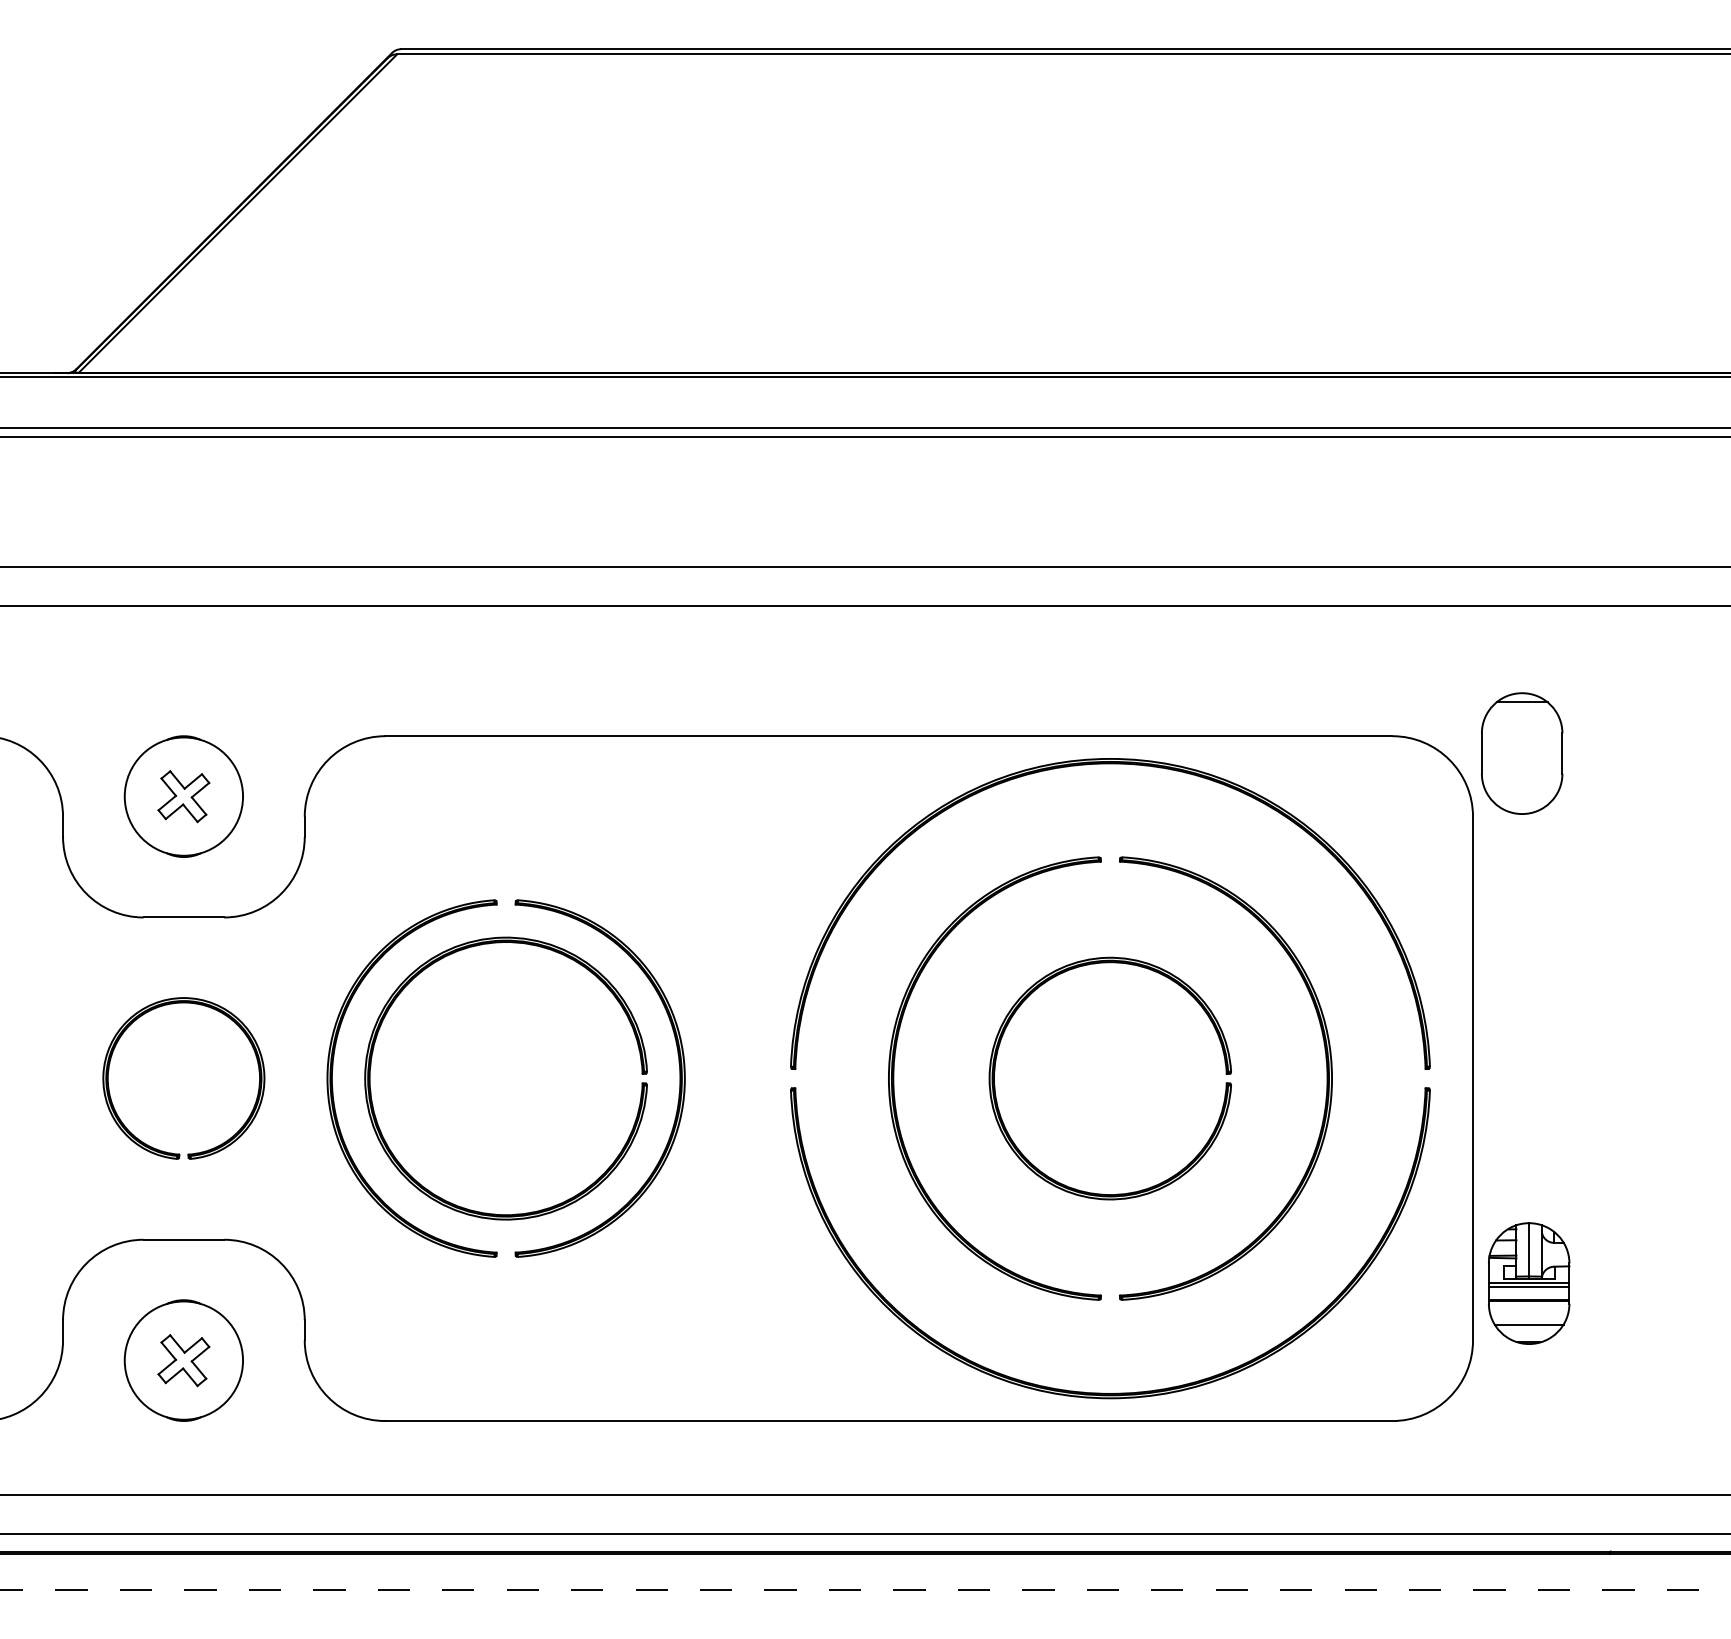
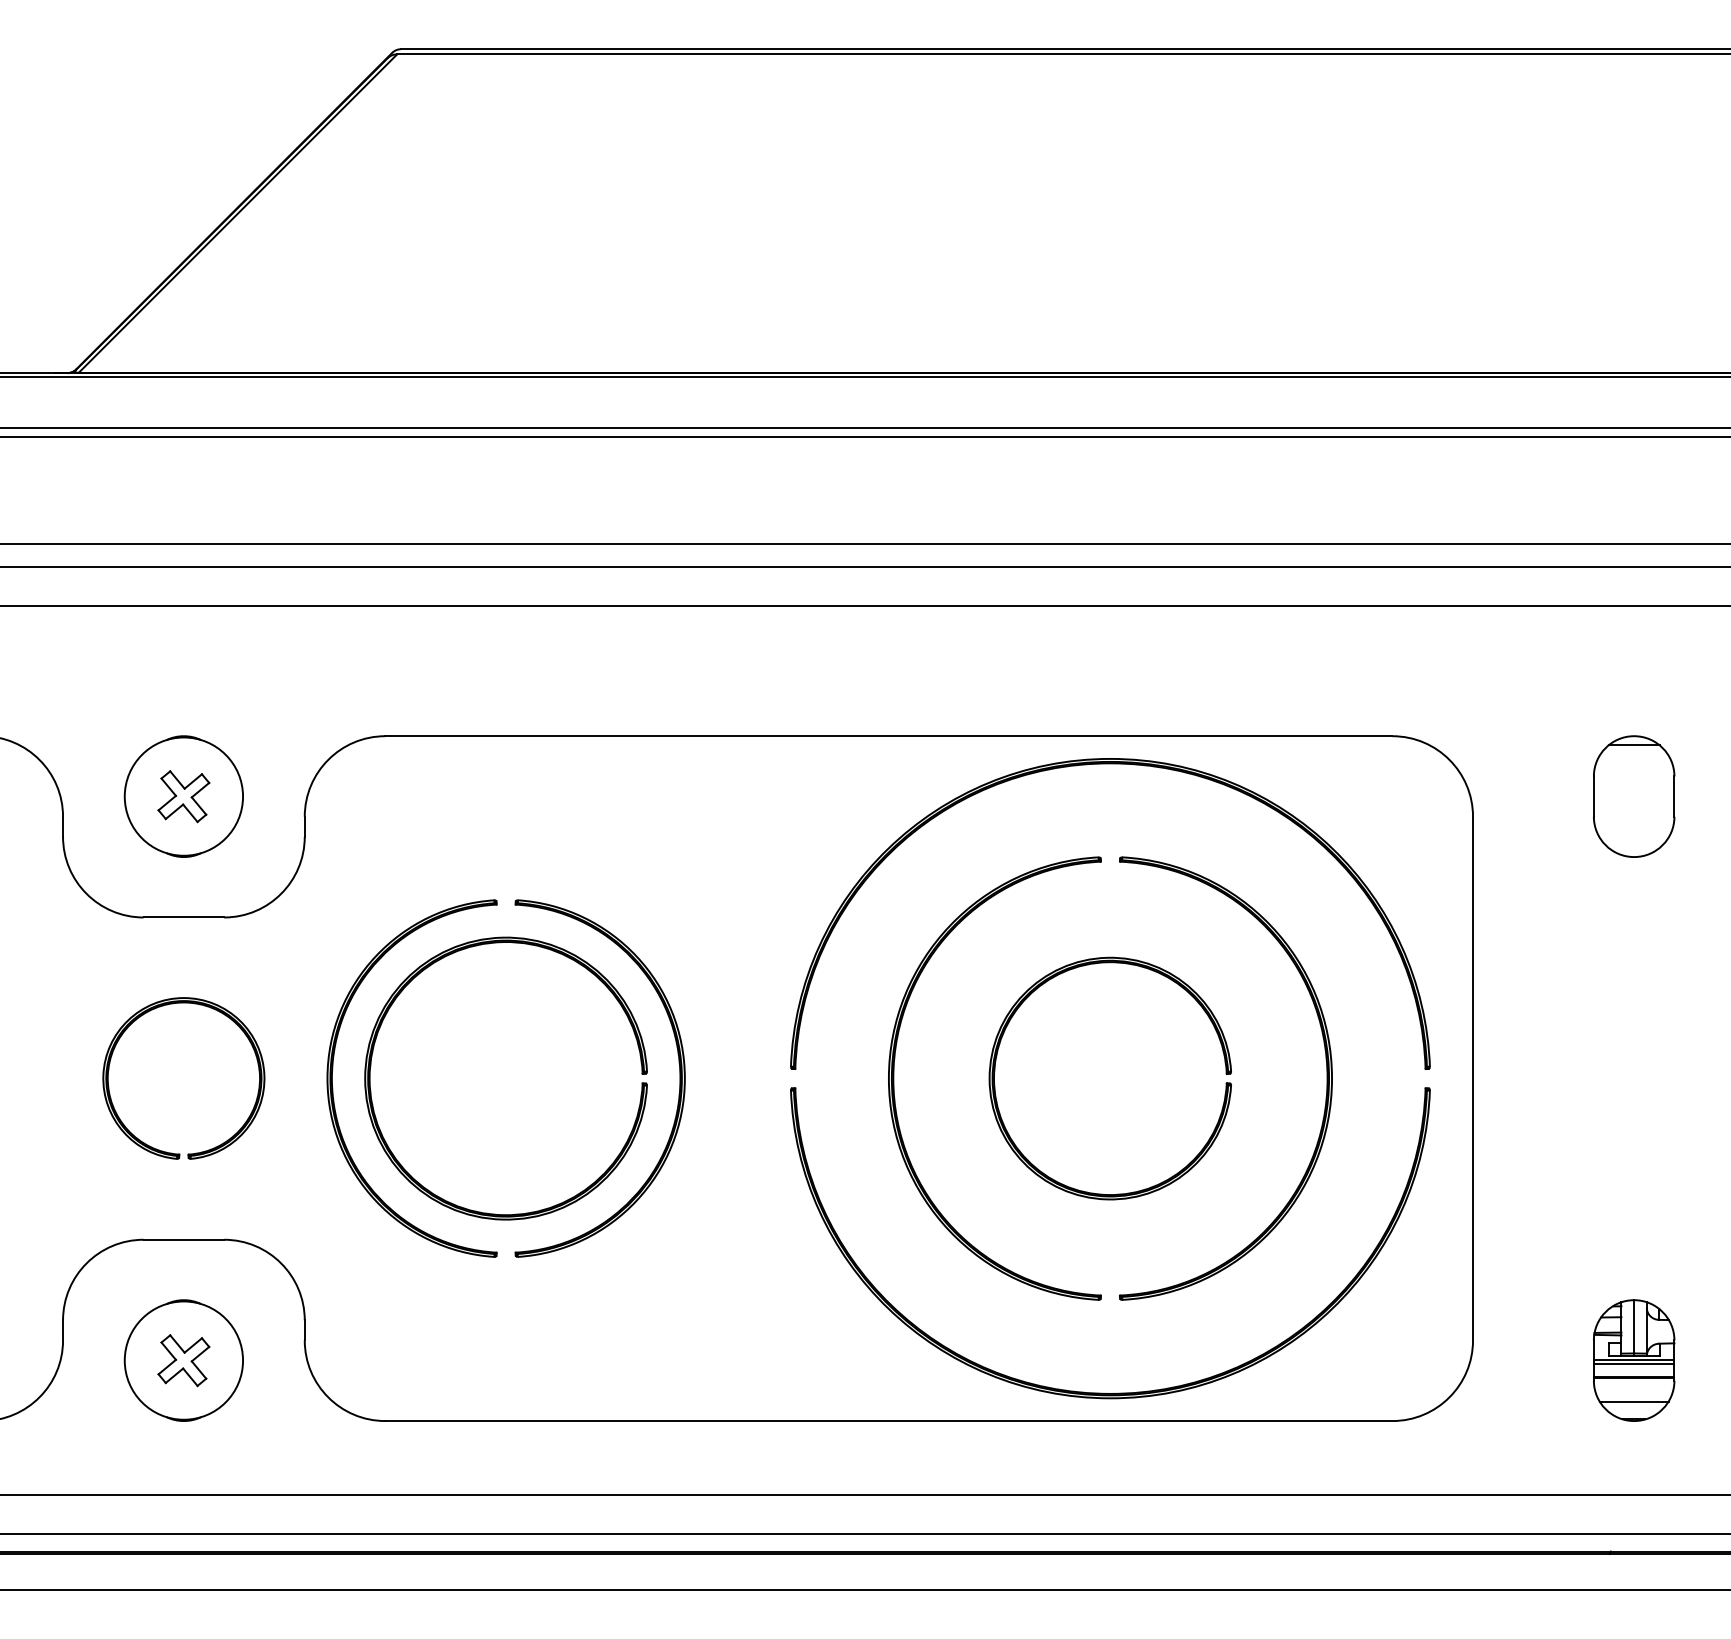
line at (864, 543): none -> present
part at (1522, 753) position: (1522, 753) -> (1634, 796)
part at (1529, 1283) position: (1529, 1283) -> (1634, 1360)
line at (864, 1589): dashed -> solid
